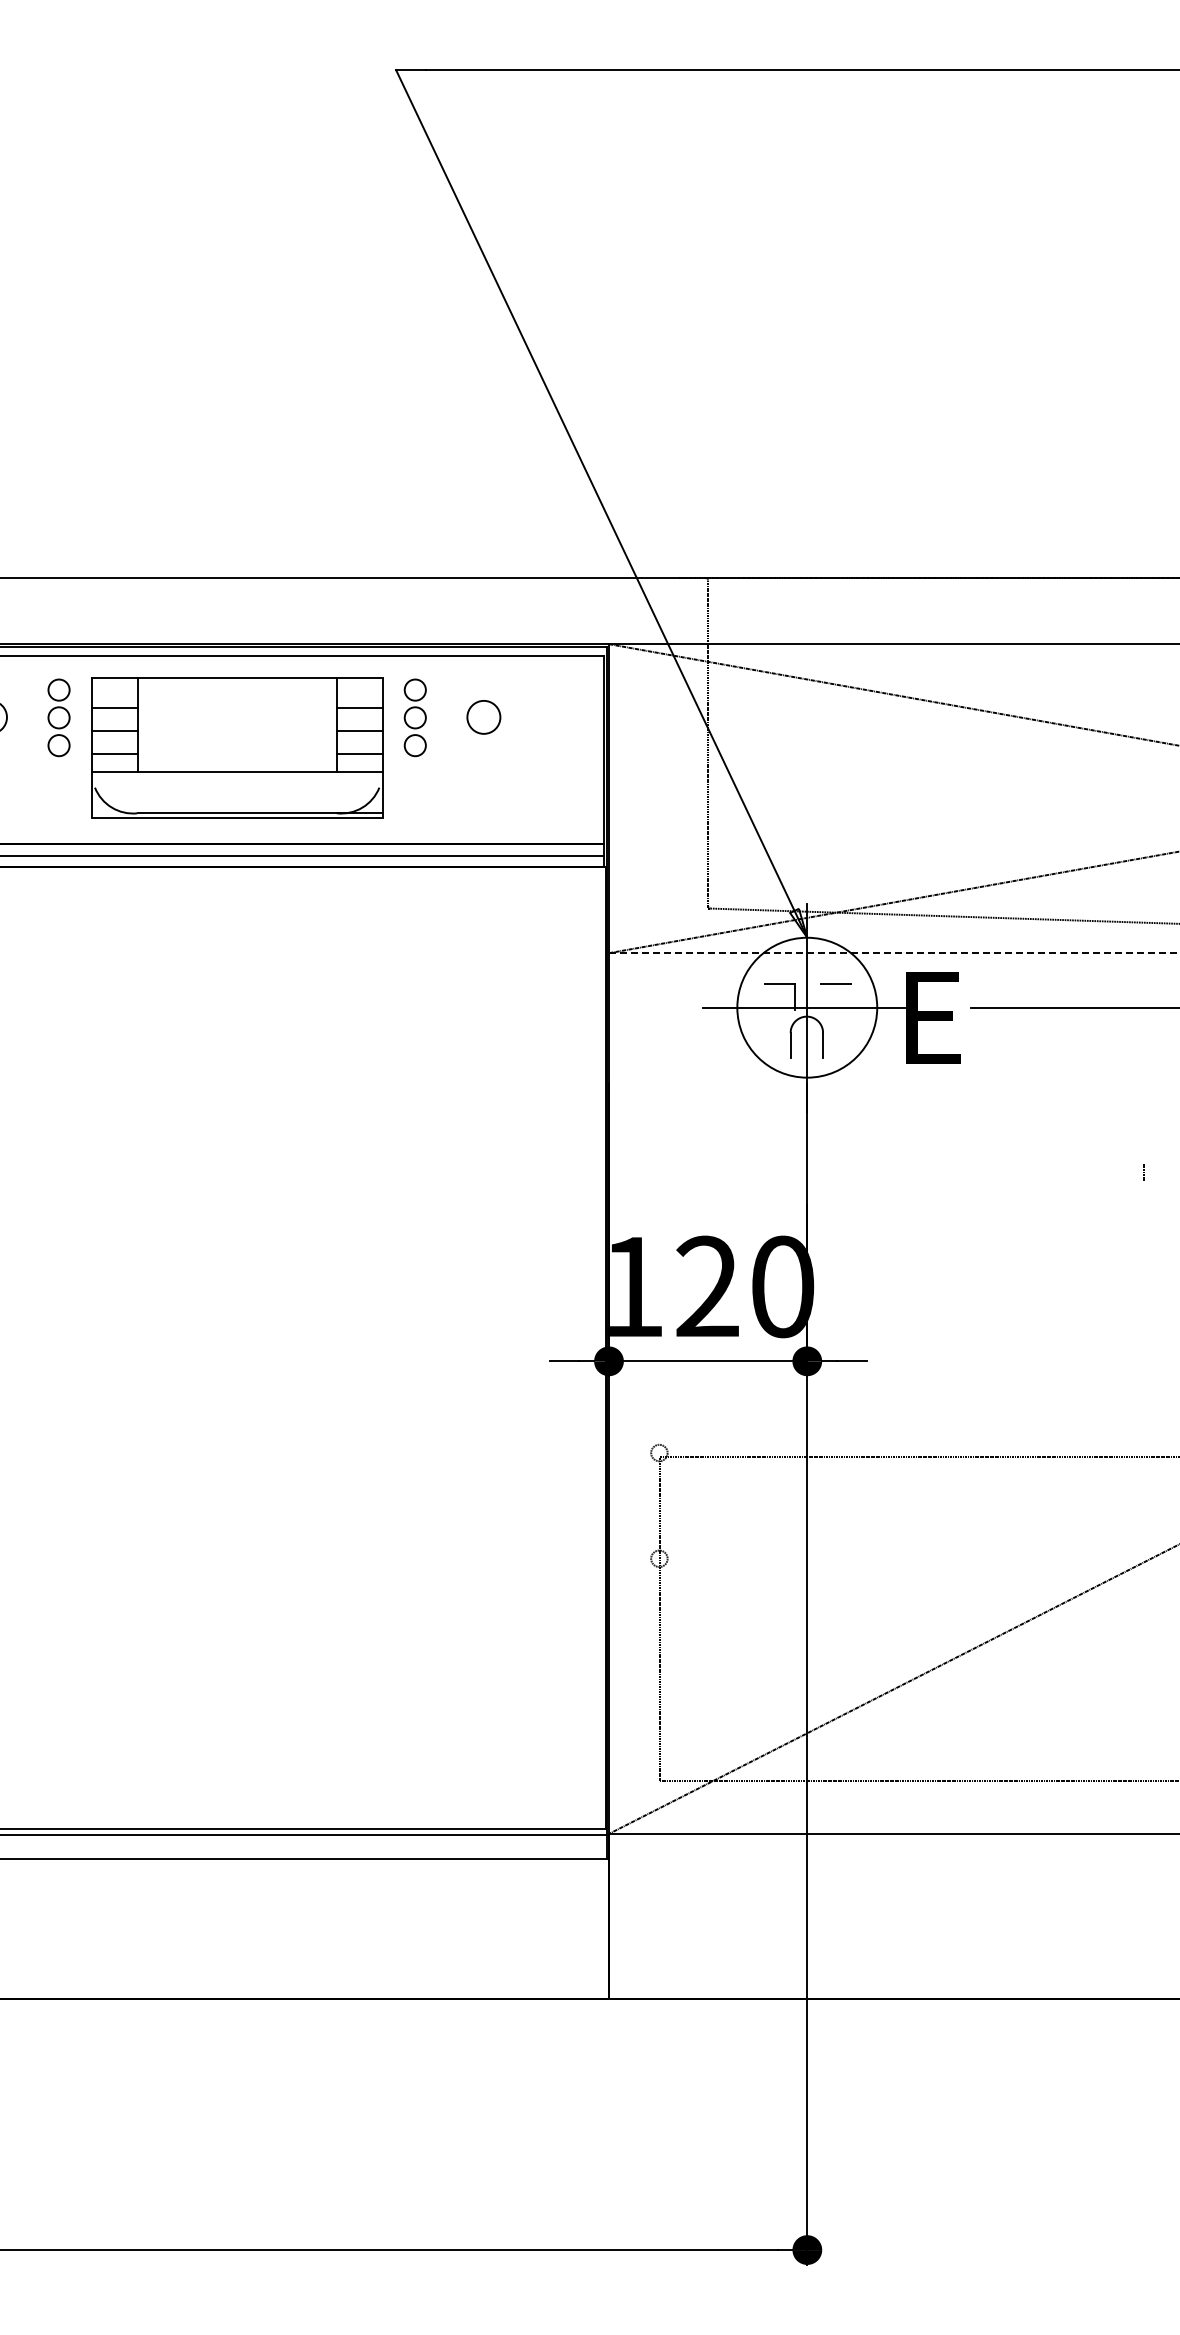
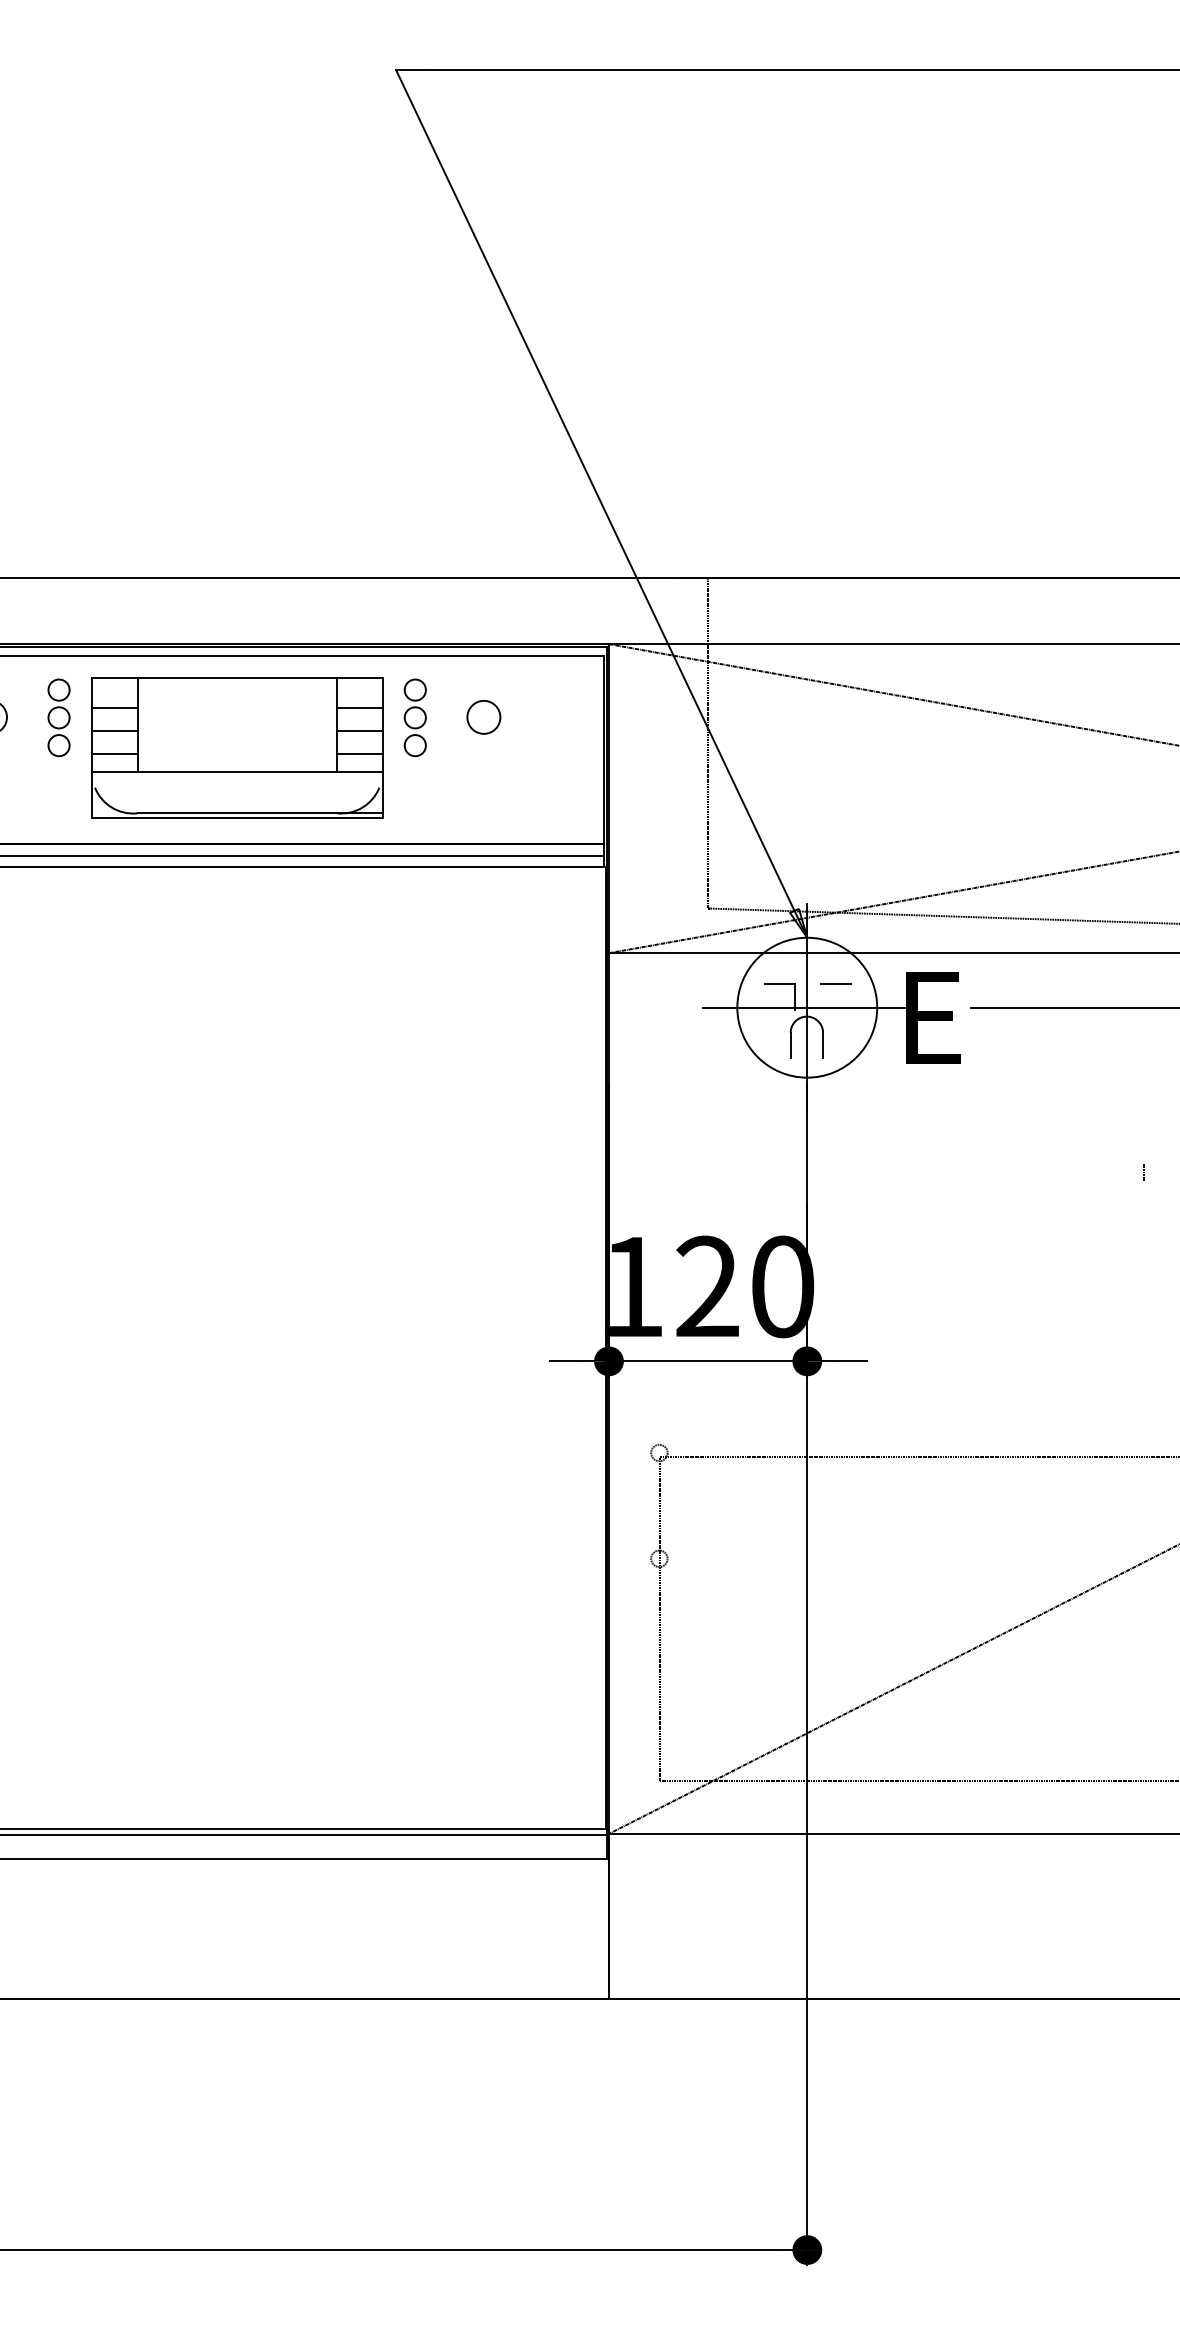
line at (894, 953): dashed -> solid
